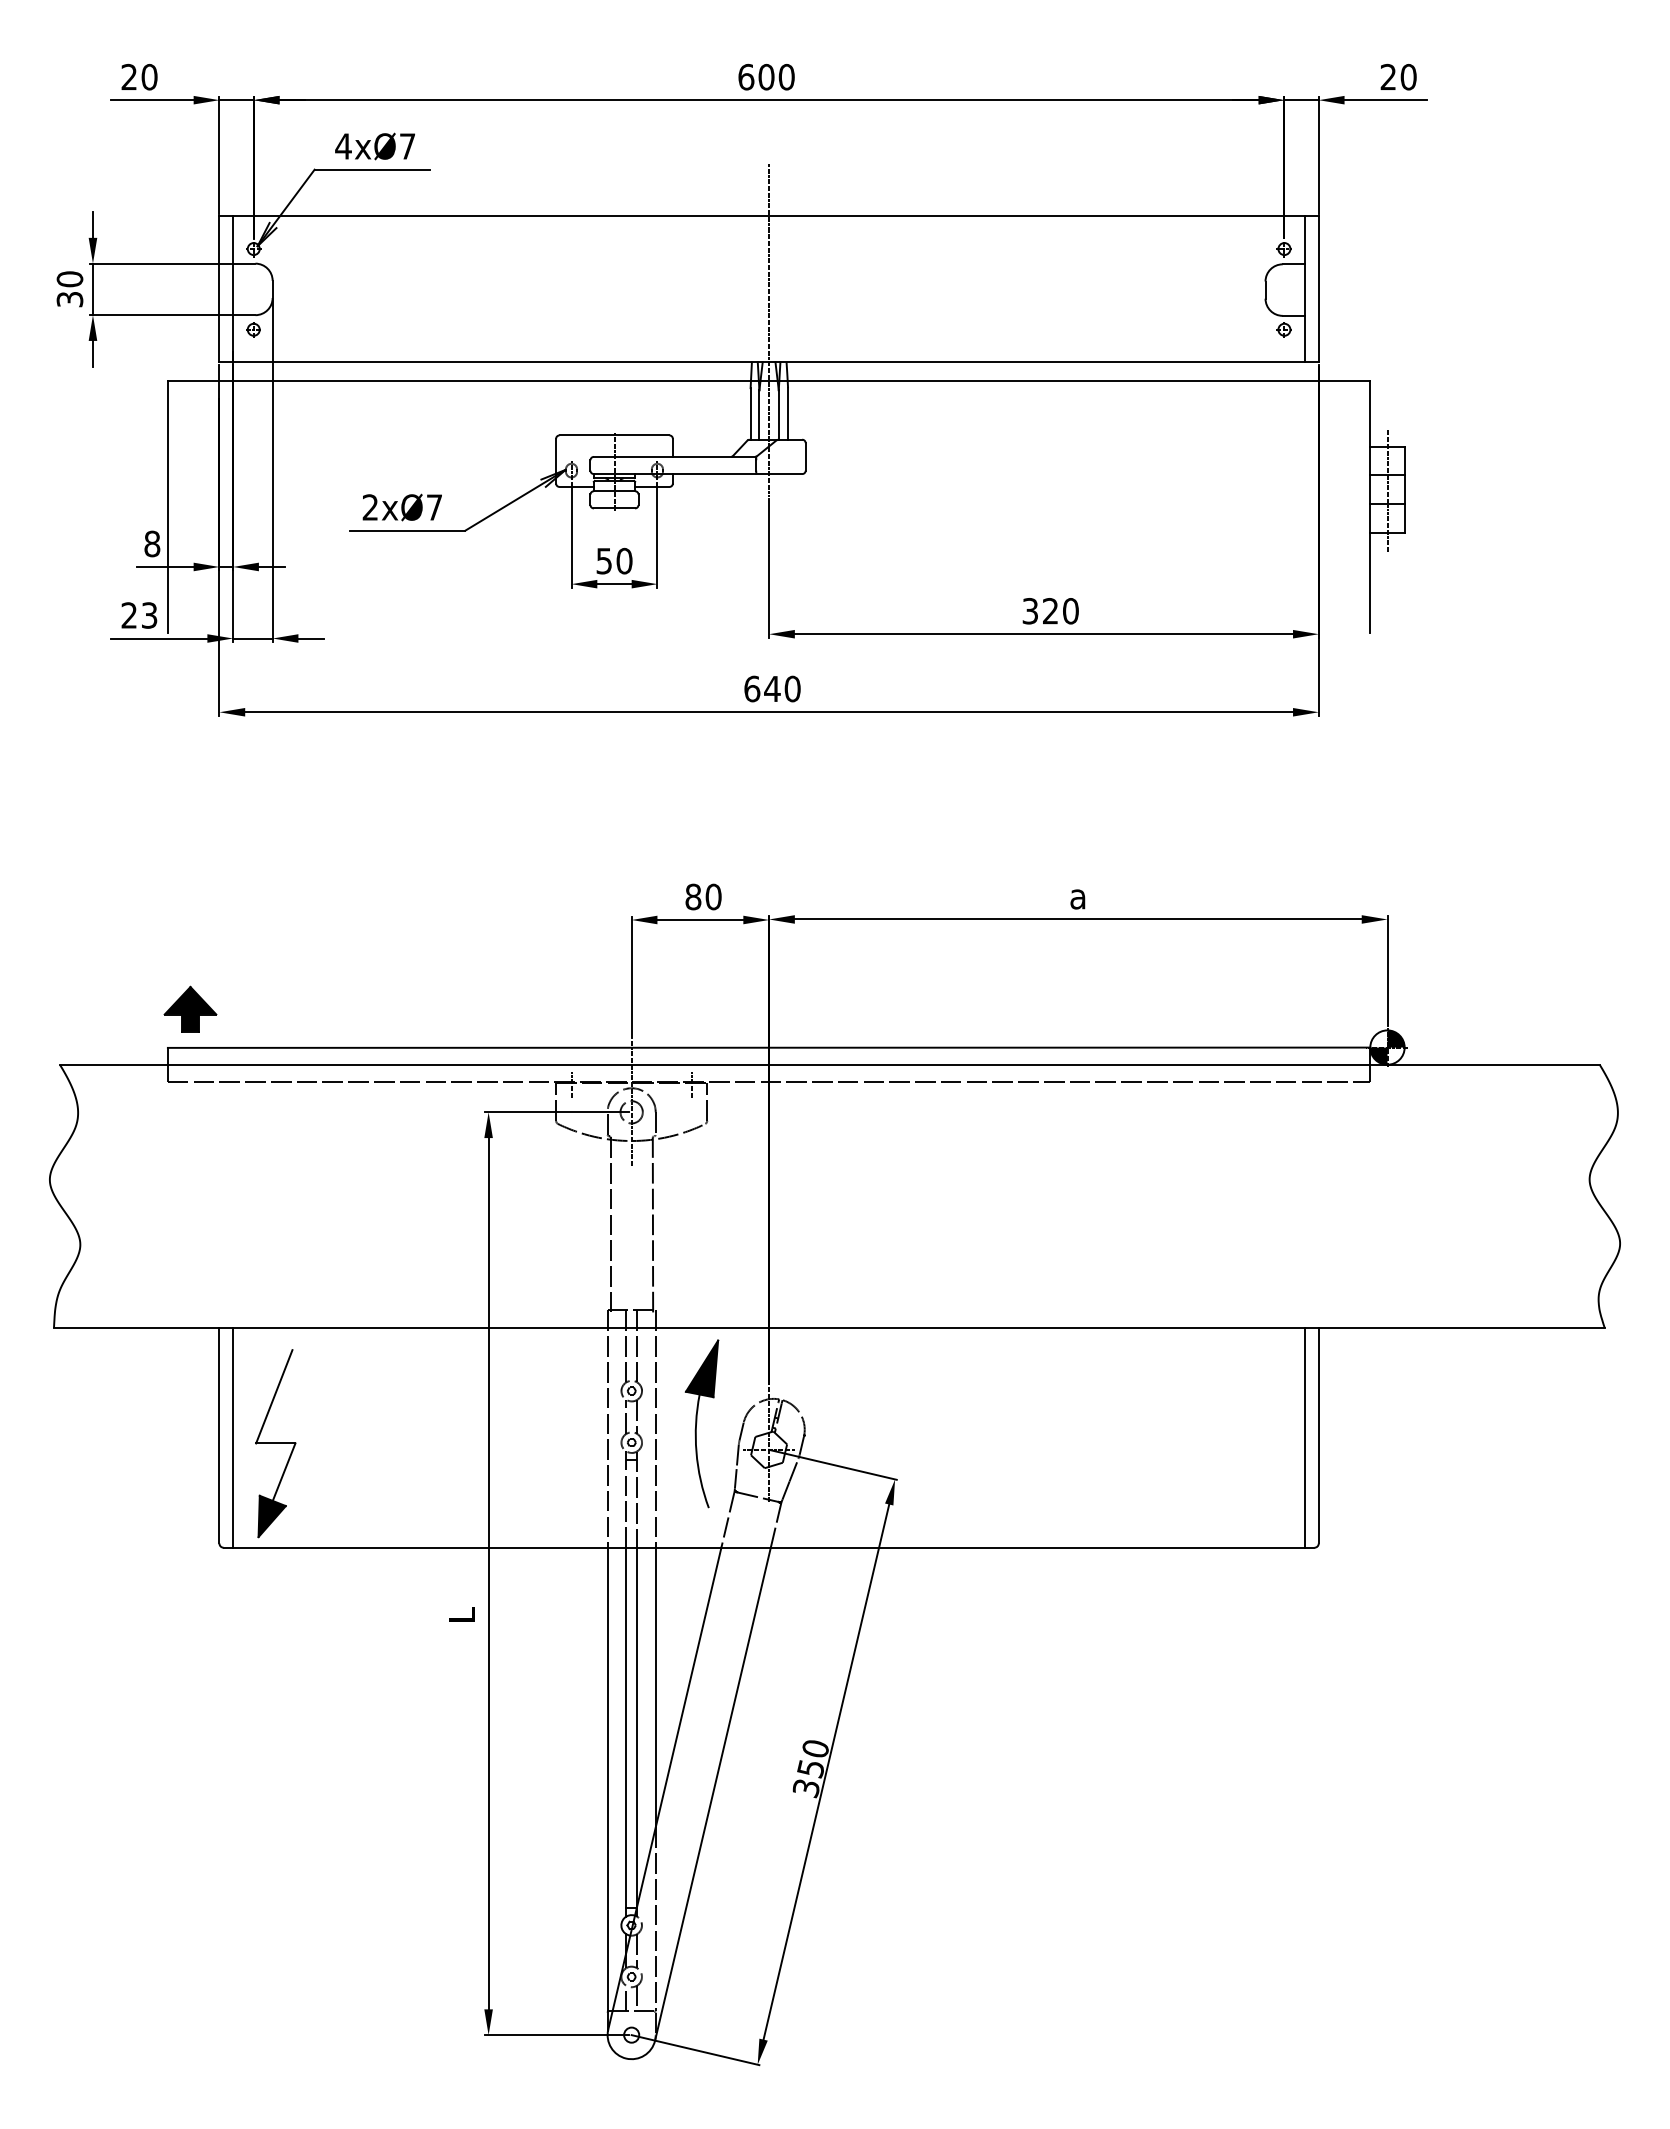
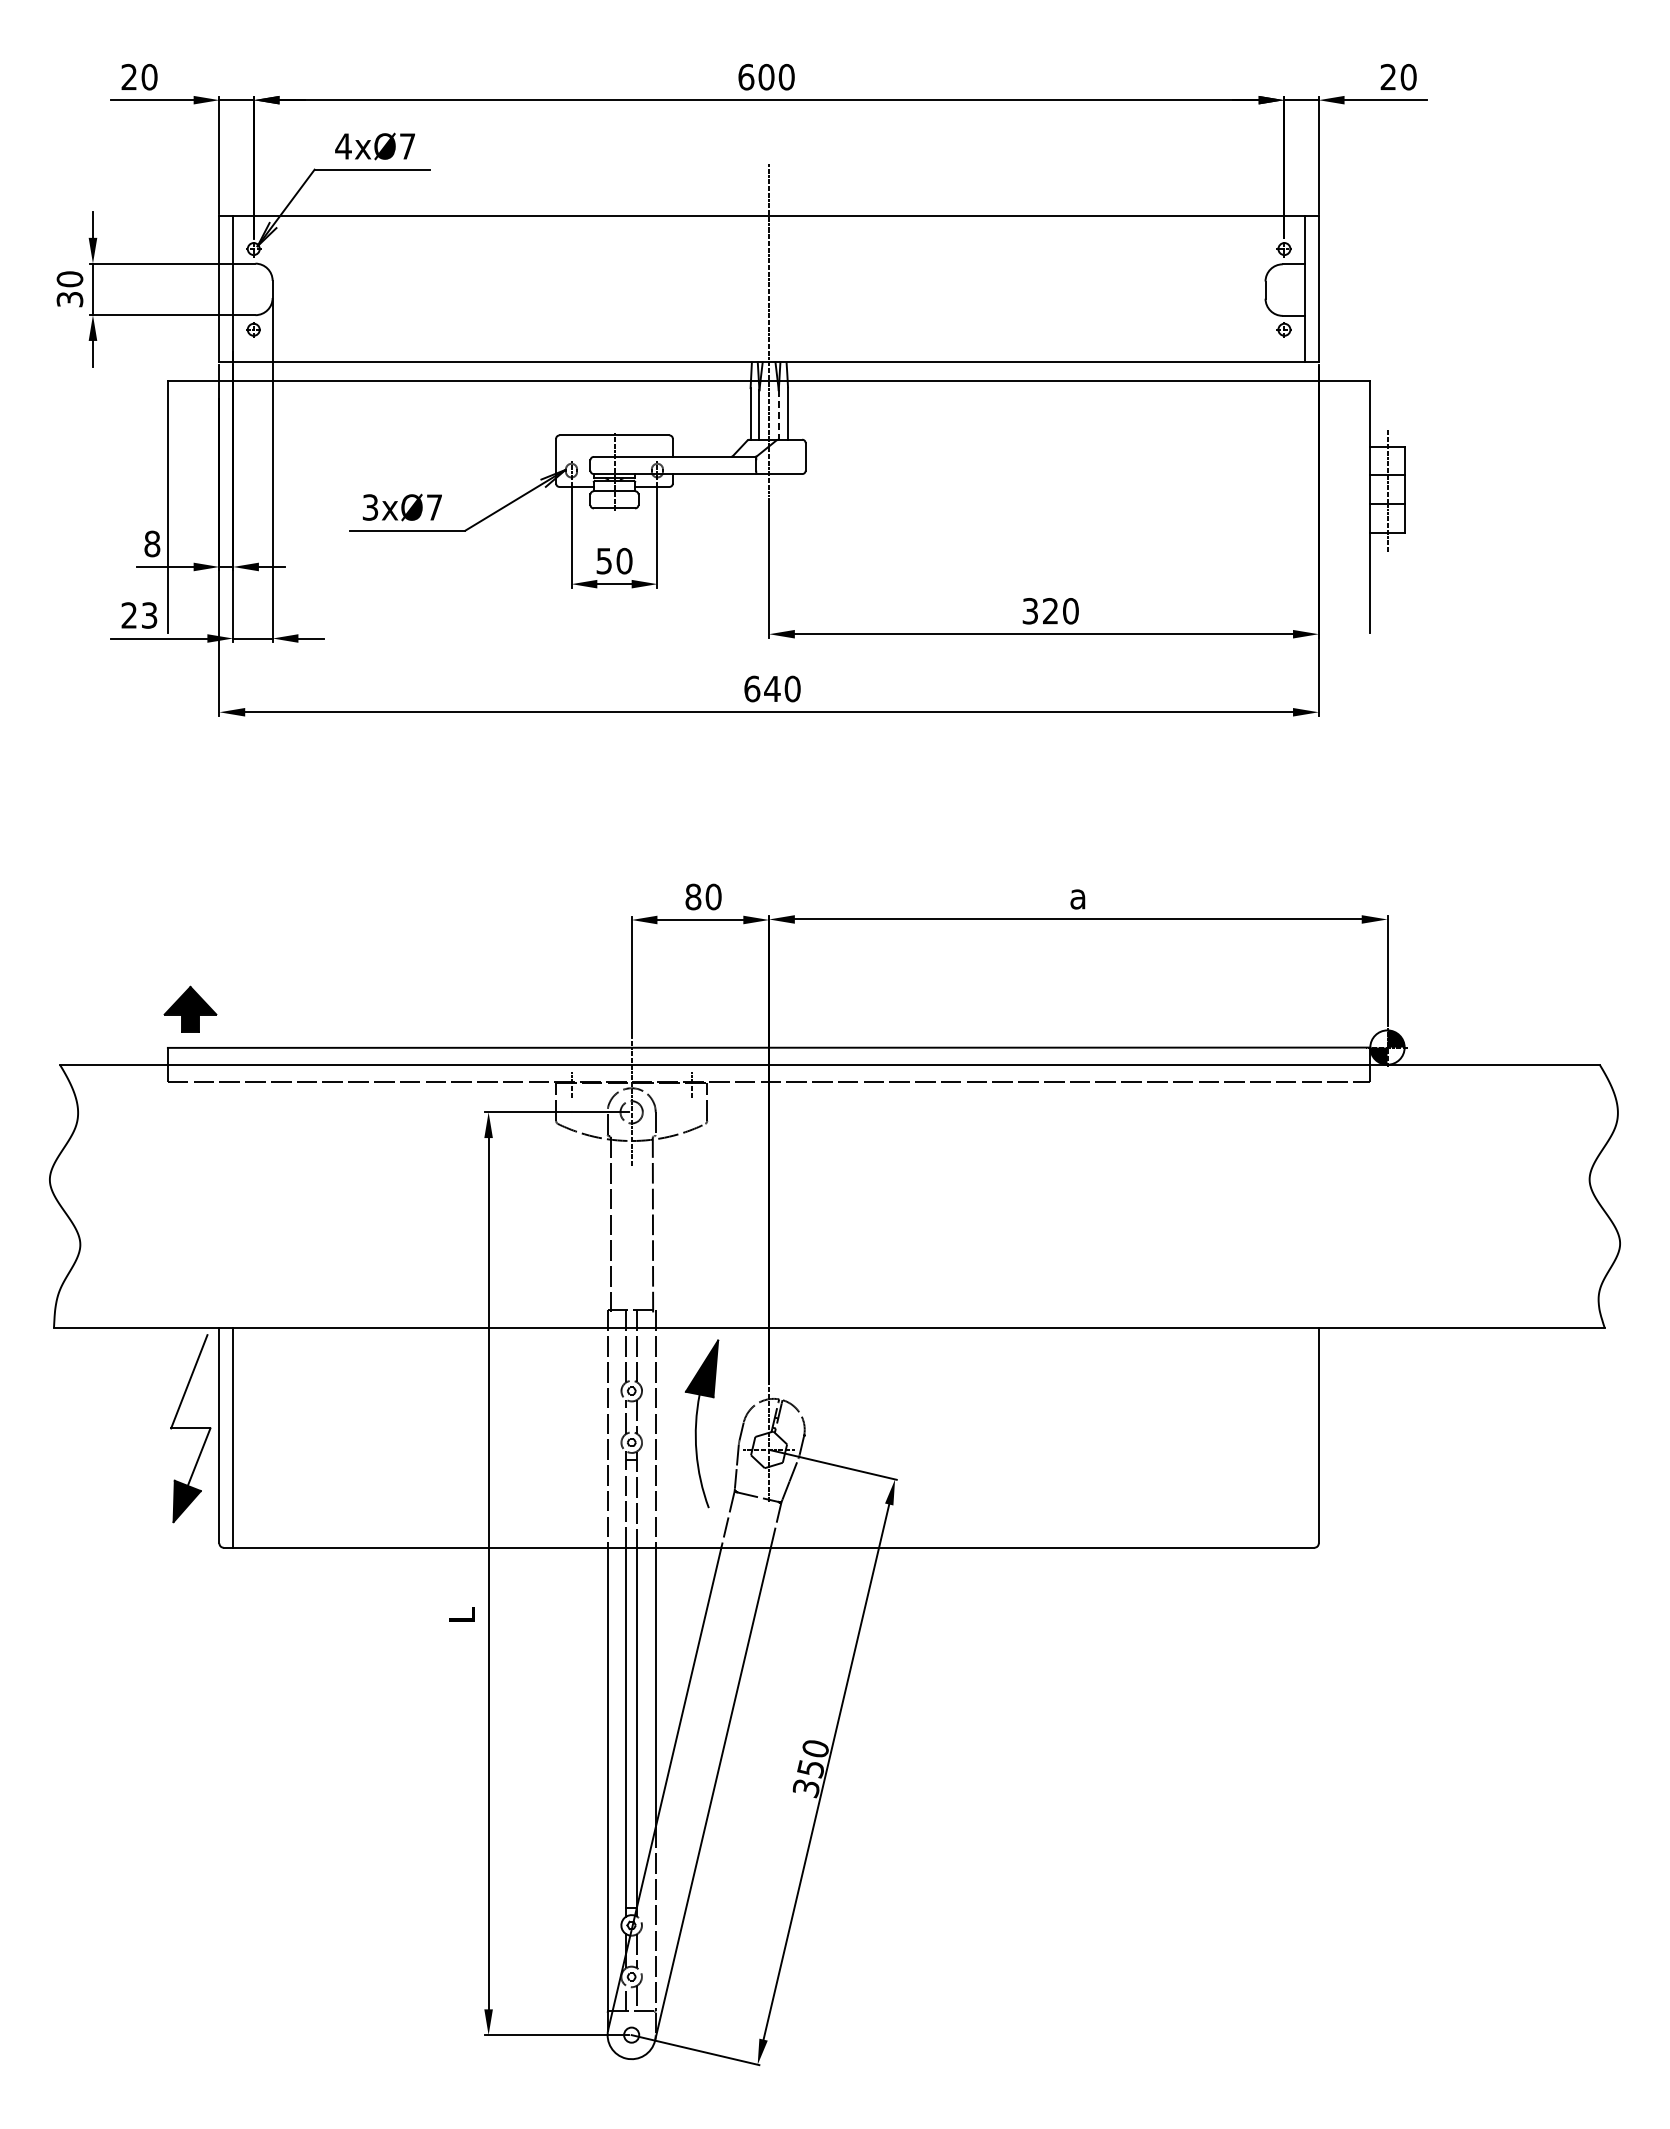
line at (778, 414): solid -> dashed
text at (370, 507): 2xØ7 -> 3xØ7
line at (1305, 1437): present -> none
part at (275, 1443) position: (275, 1443) -> (190, 1428)
